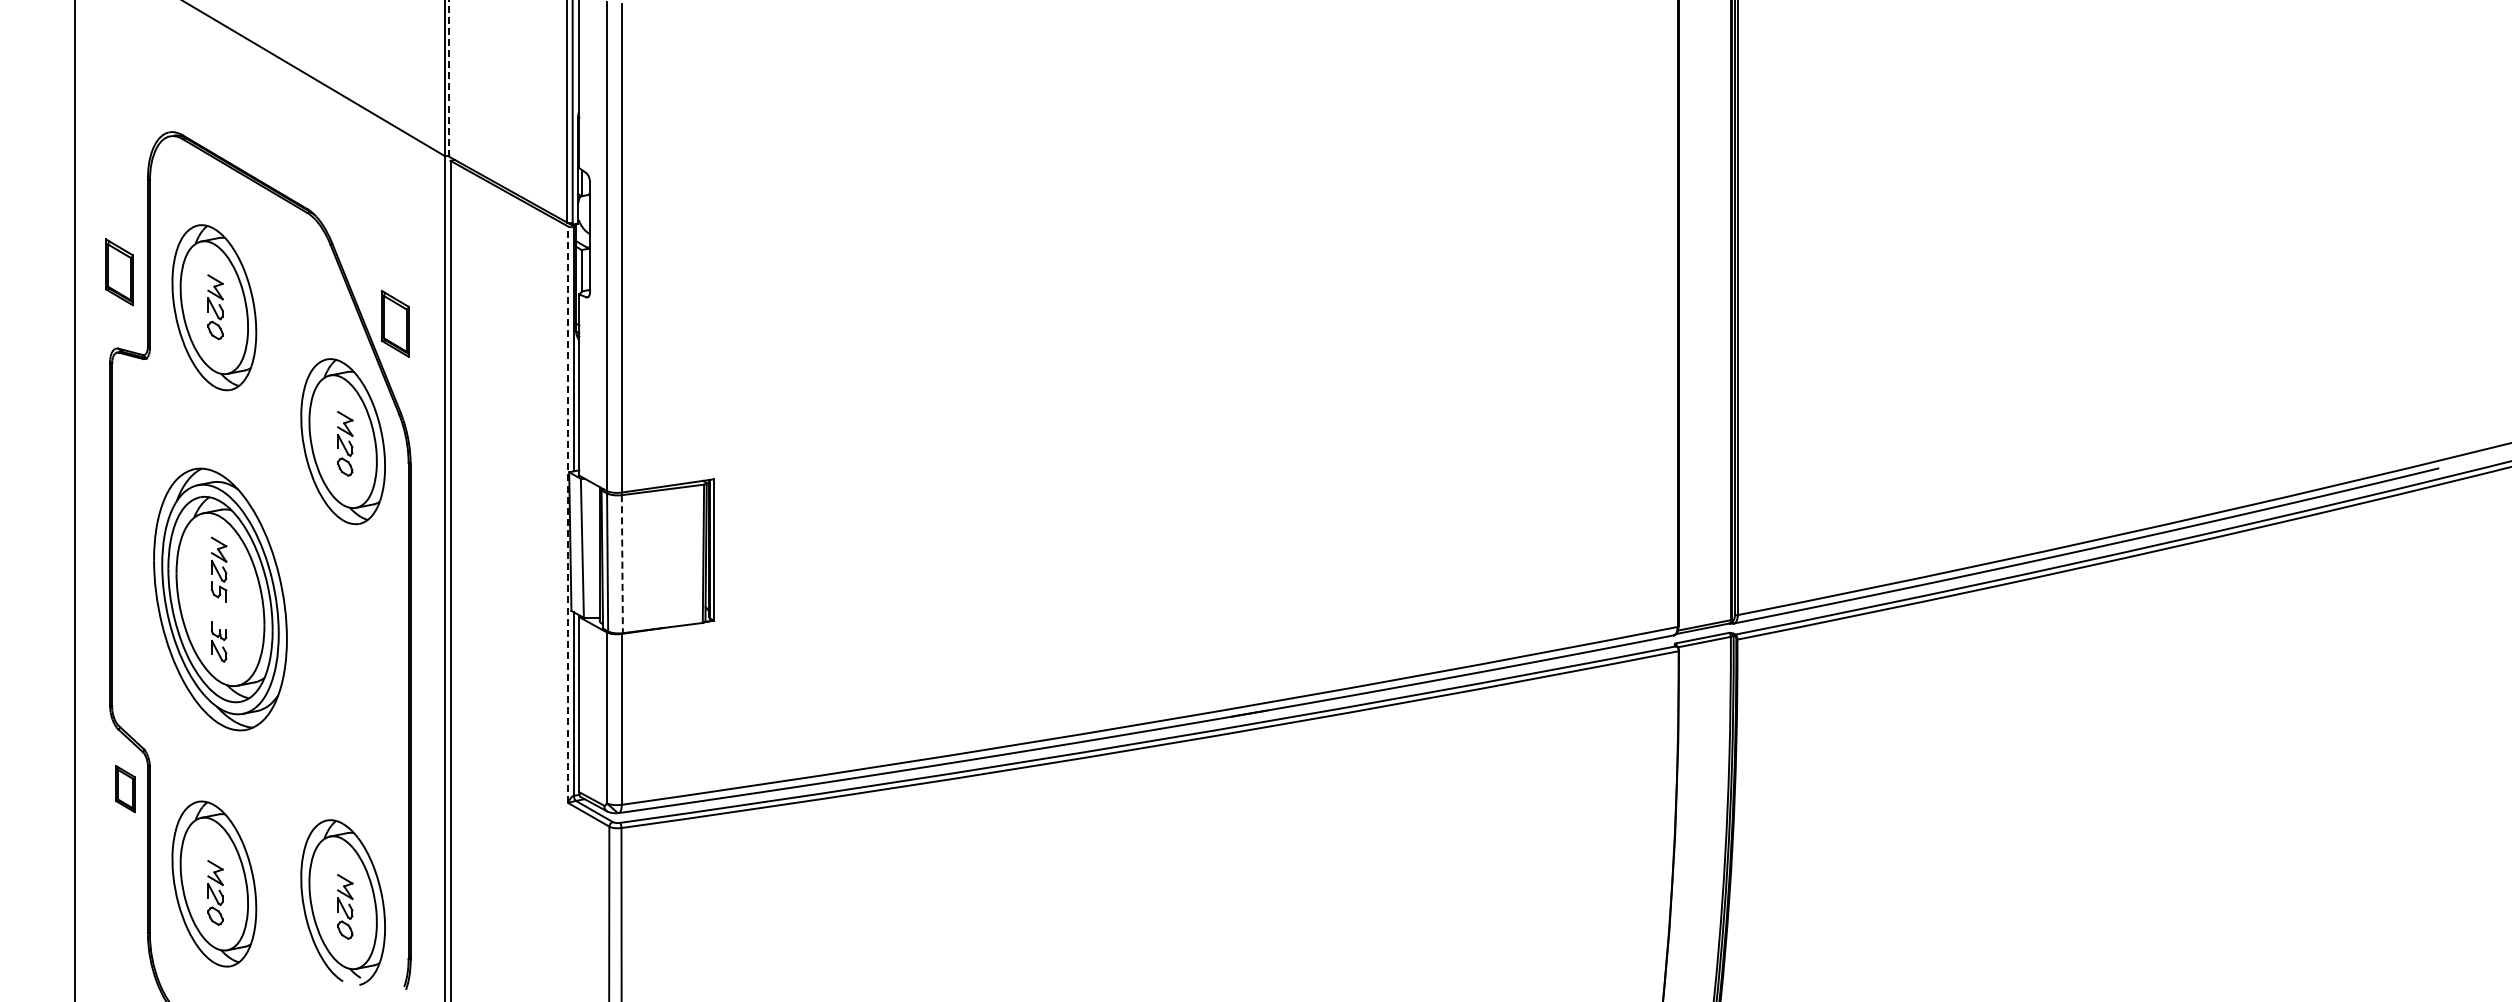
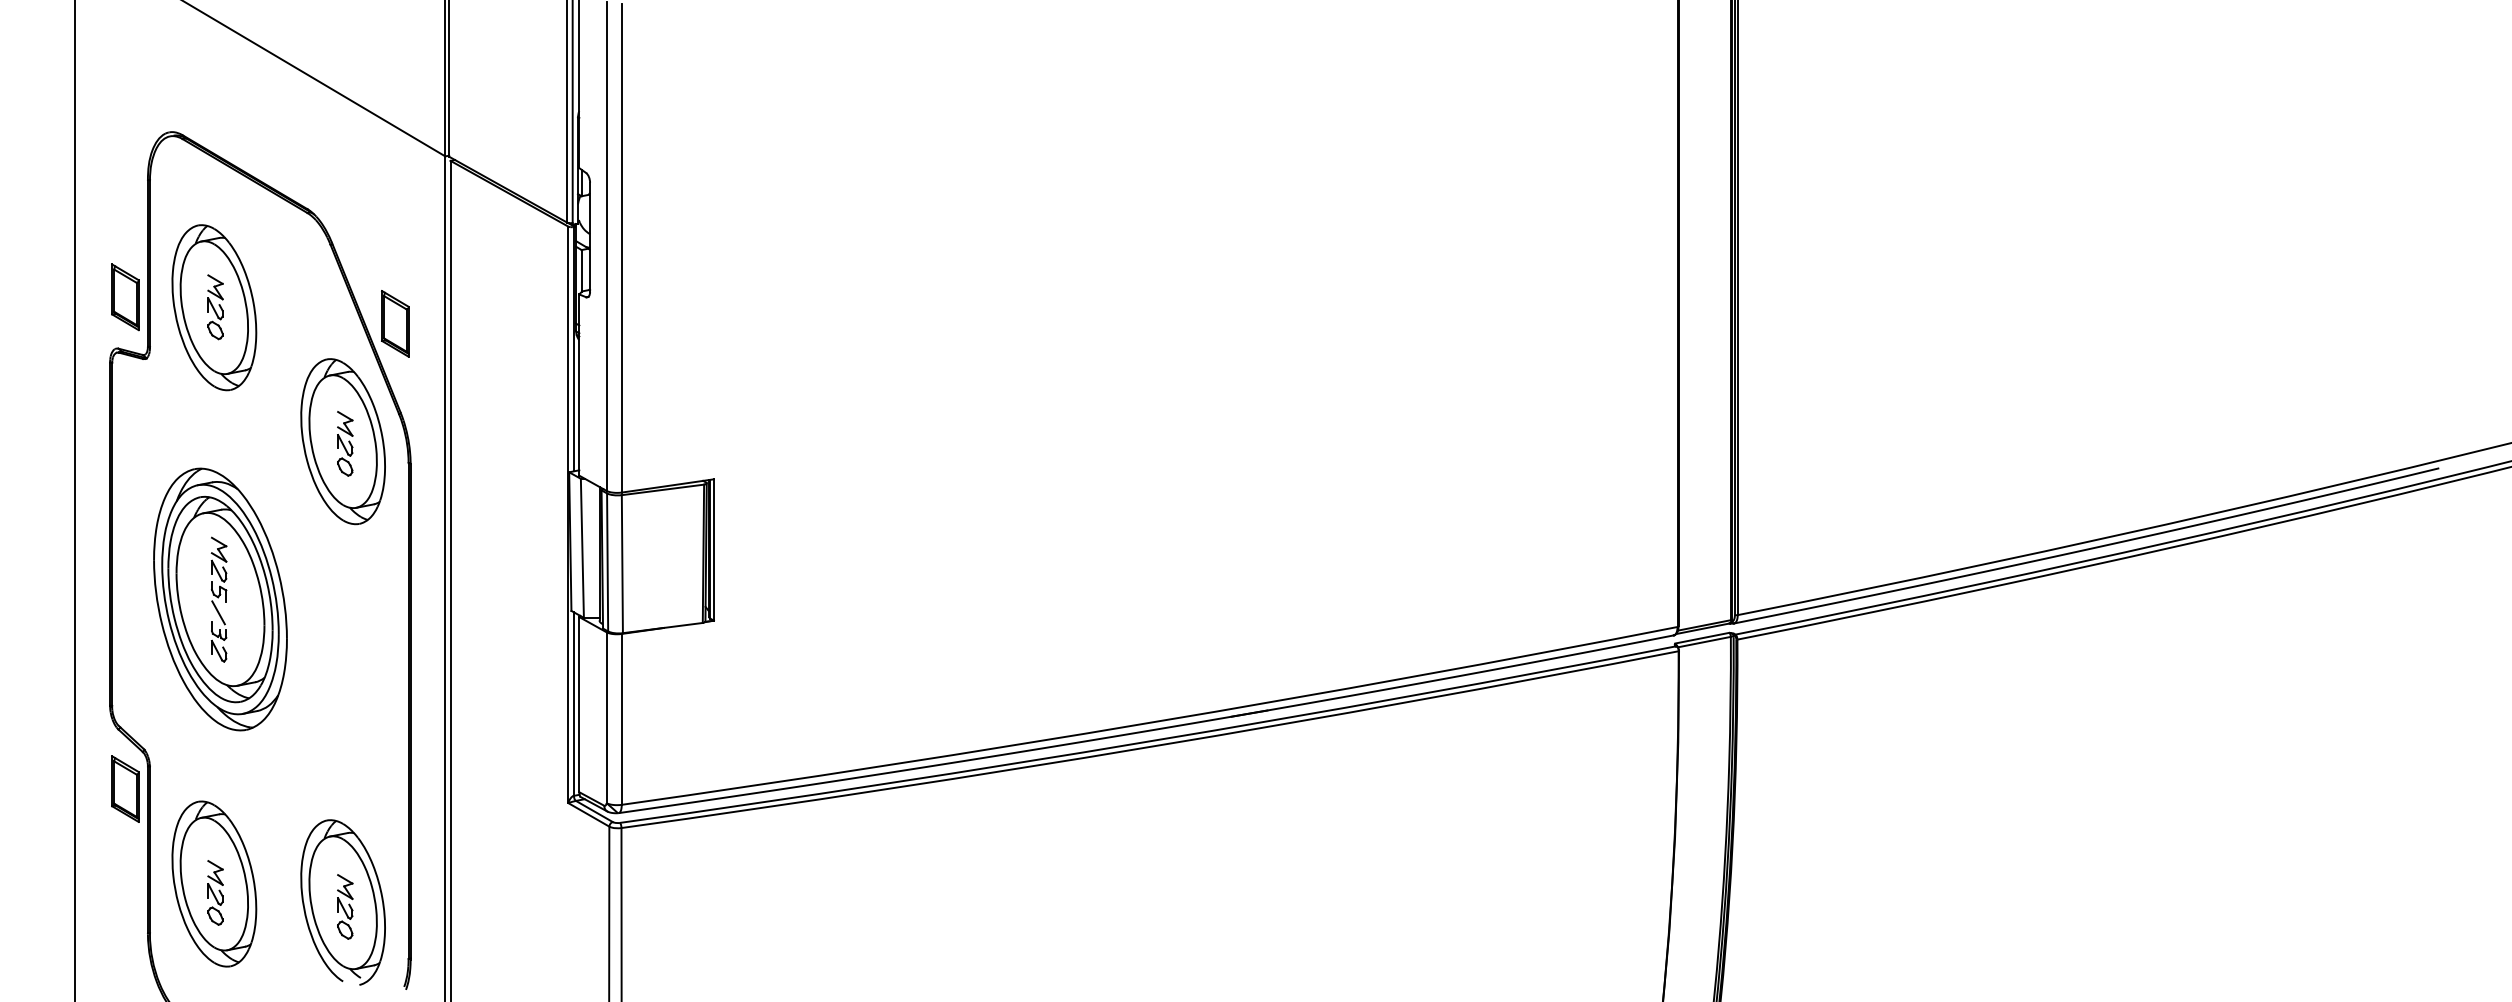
line at (449, 78): dashed -> solid
part at (119, 272) position: (119, 272) -> (125, 297)
line at (568, 514): dashed -> solid
line at (622, 564): dashed -> solid
line at (218, 612): none -> present
part at (125, 788) size: 21x48 px -> 29x68 px
